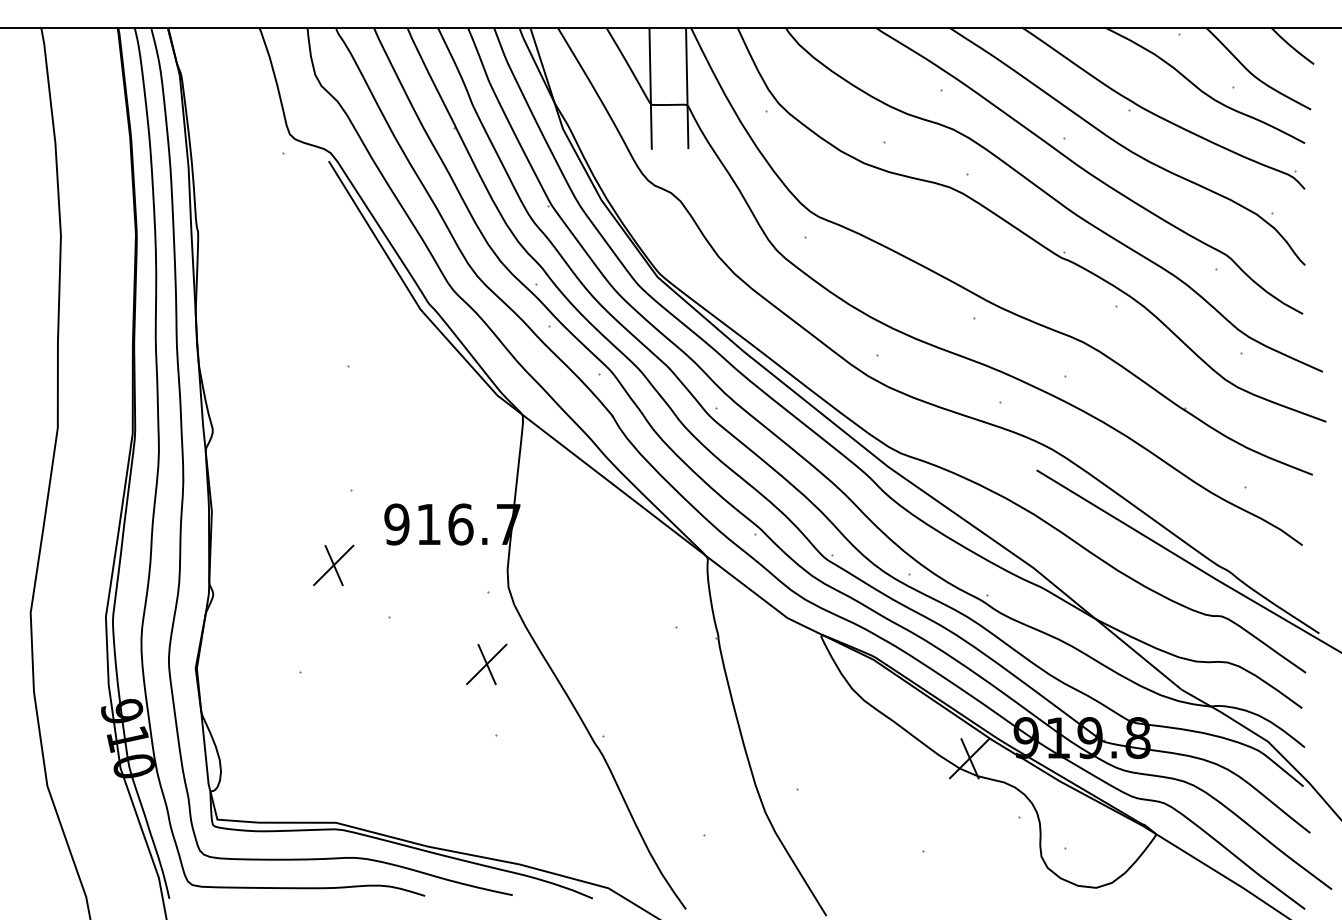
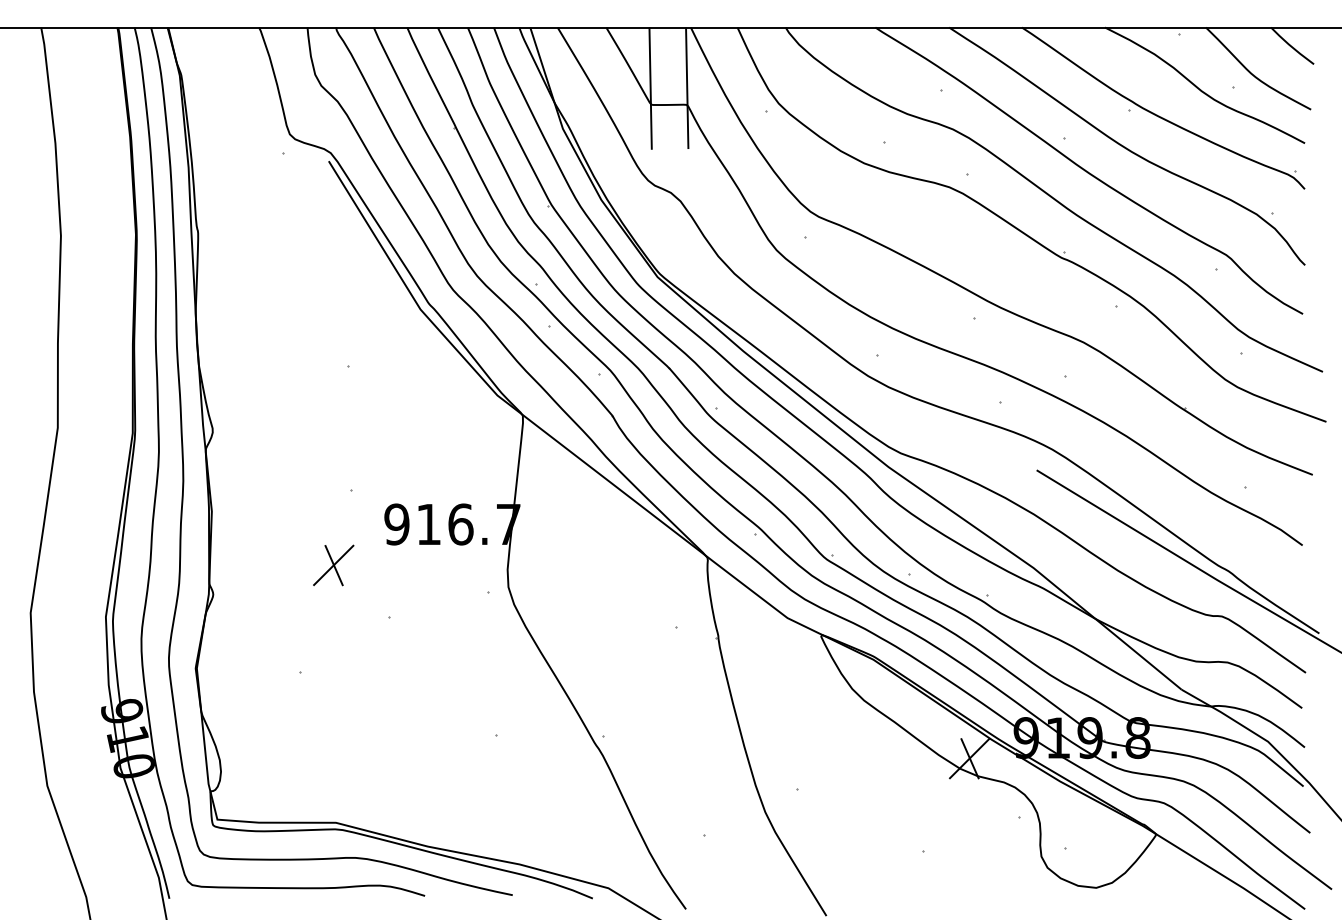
part at (486, 664): present -> none
